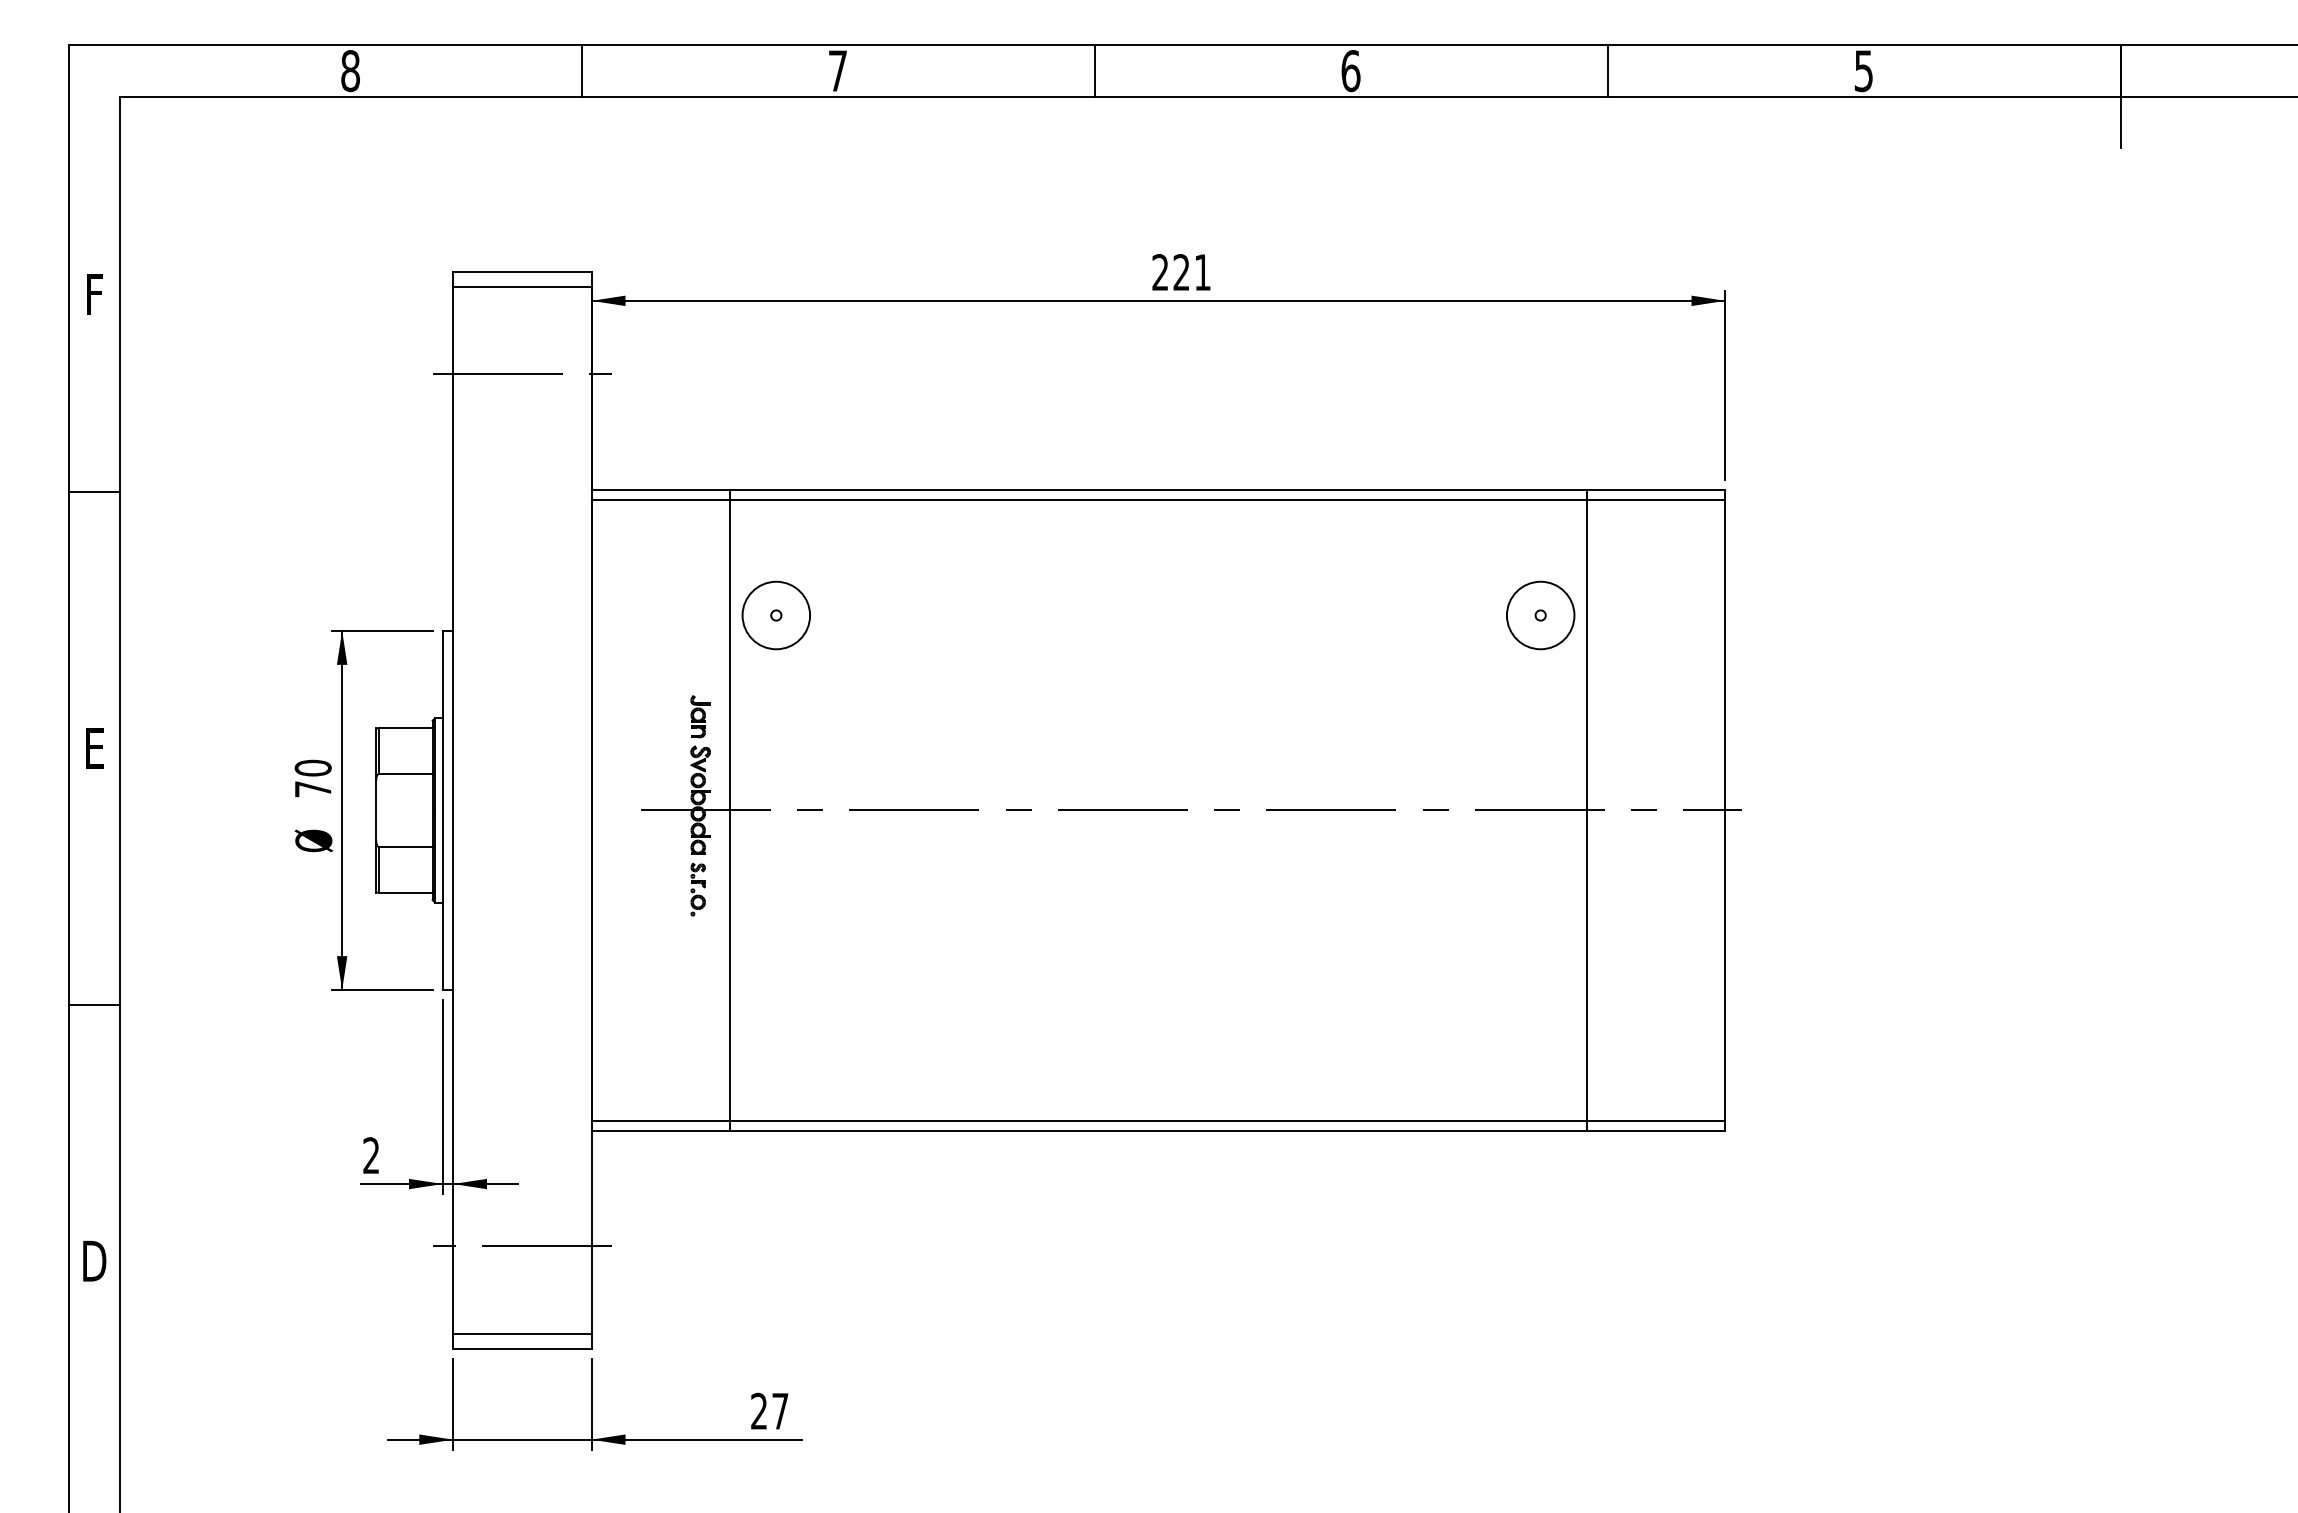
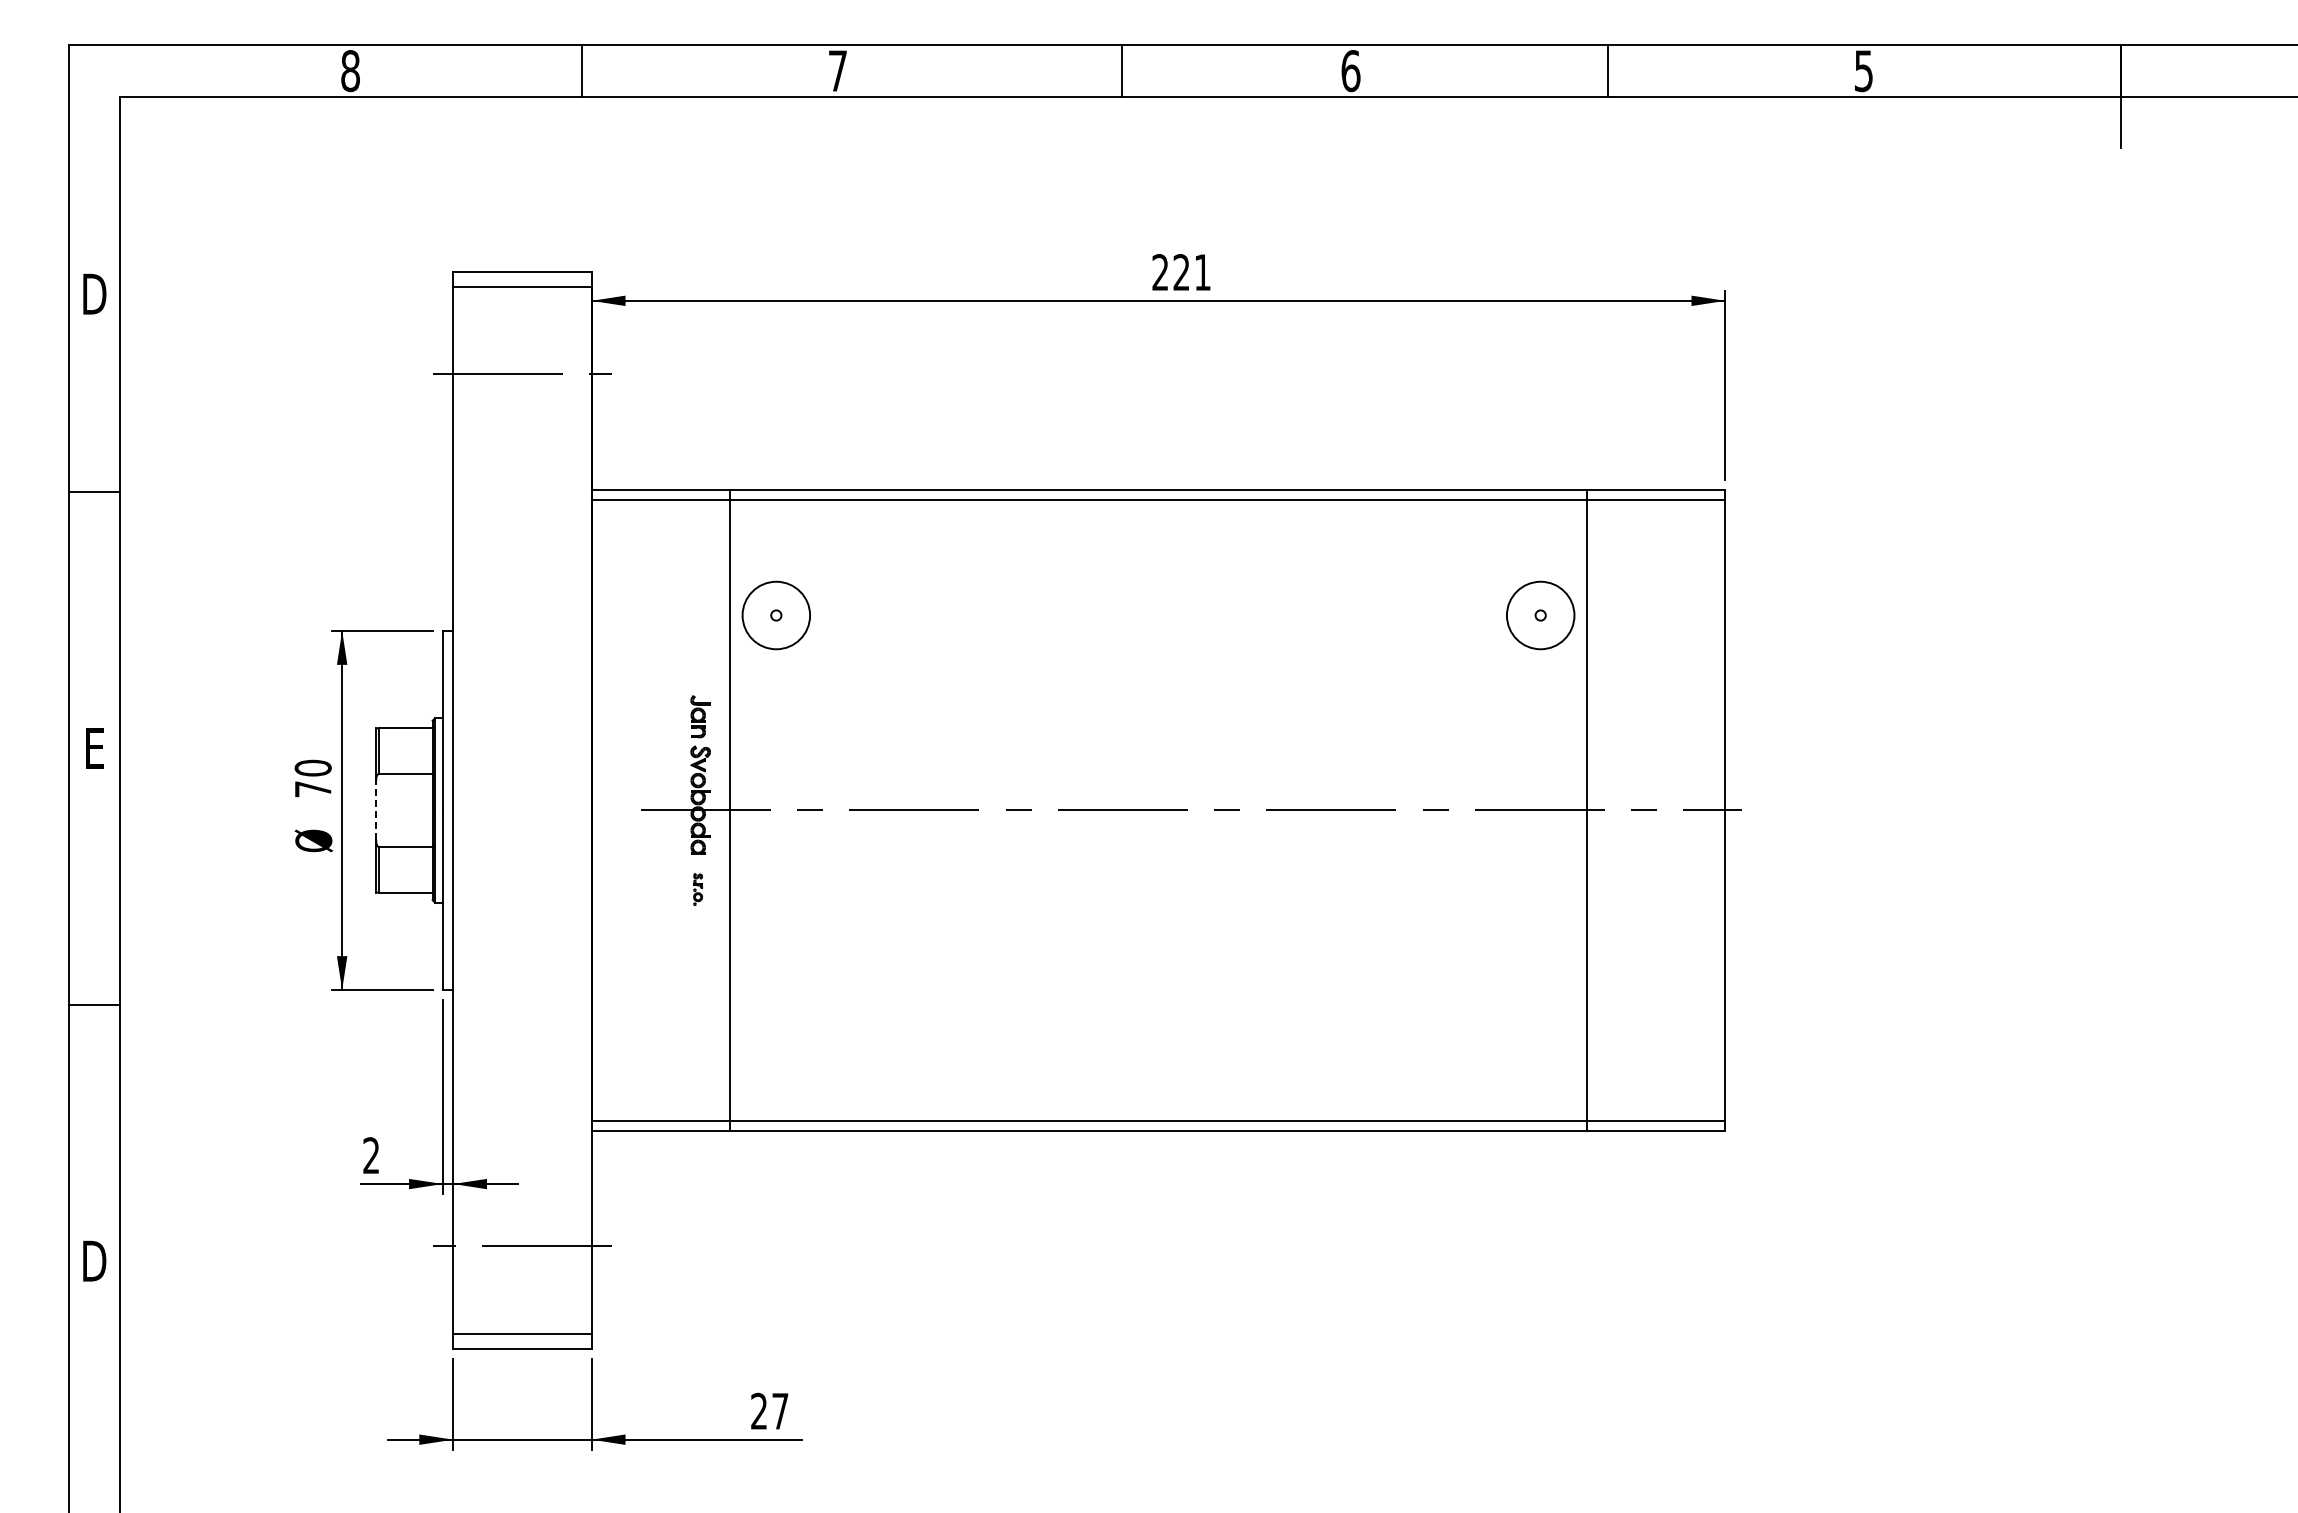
line at (1094, 70) position: (1094, 70) -> (1121, 70)
text at (94, 293): F -> D
line at (376, 810): solid -> dashed
part at (697, 889) size: 16x55 px -> 11x33 px
